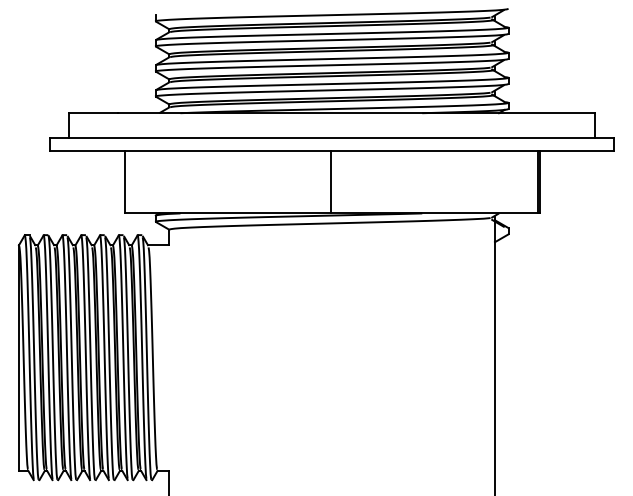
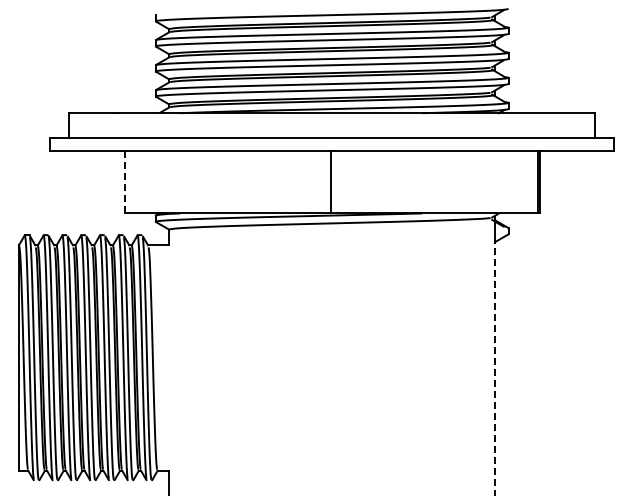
line at (124, 182): solid -> dashed
line at (495, 368): solid -> dashed
